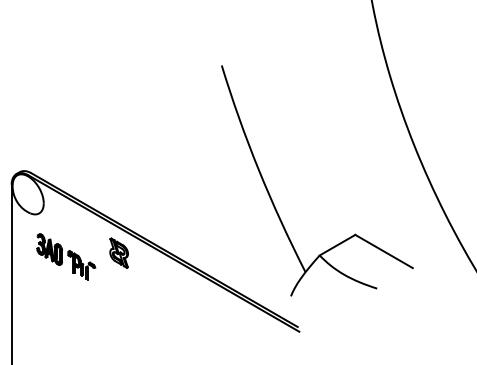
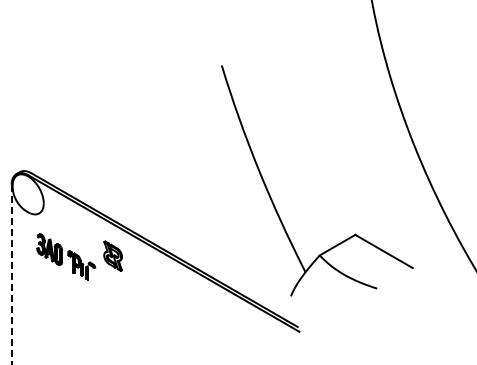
part at (118, 252) position: (118, 252) -> (112, 255)
line at (11, 274): solid -> dashed
